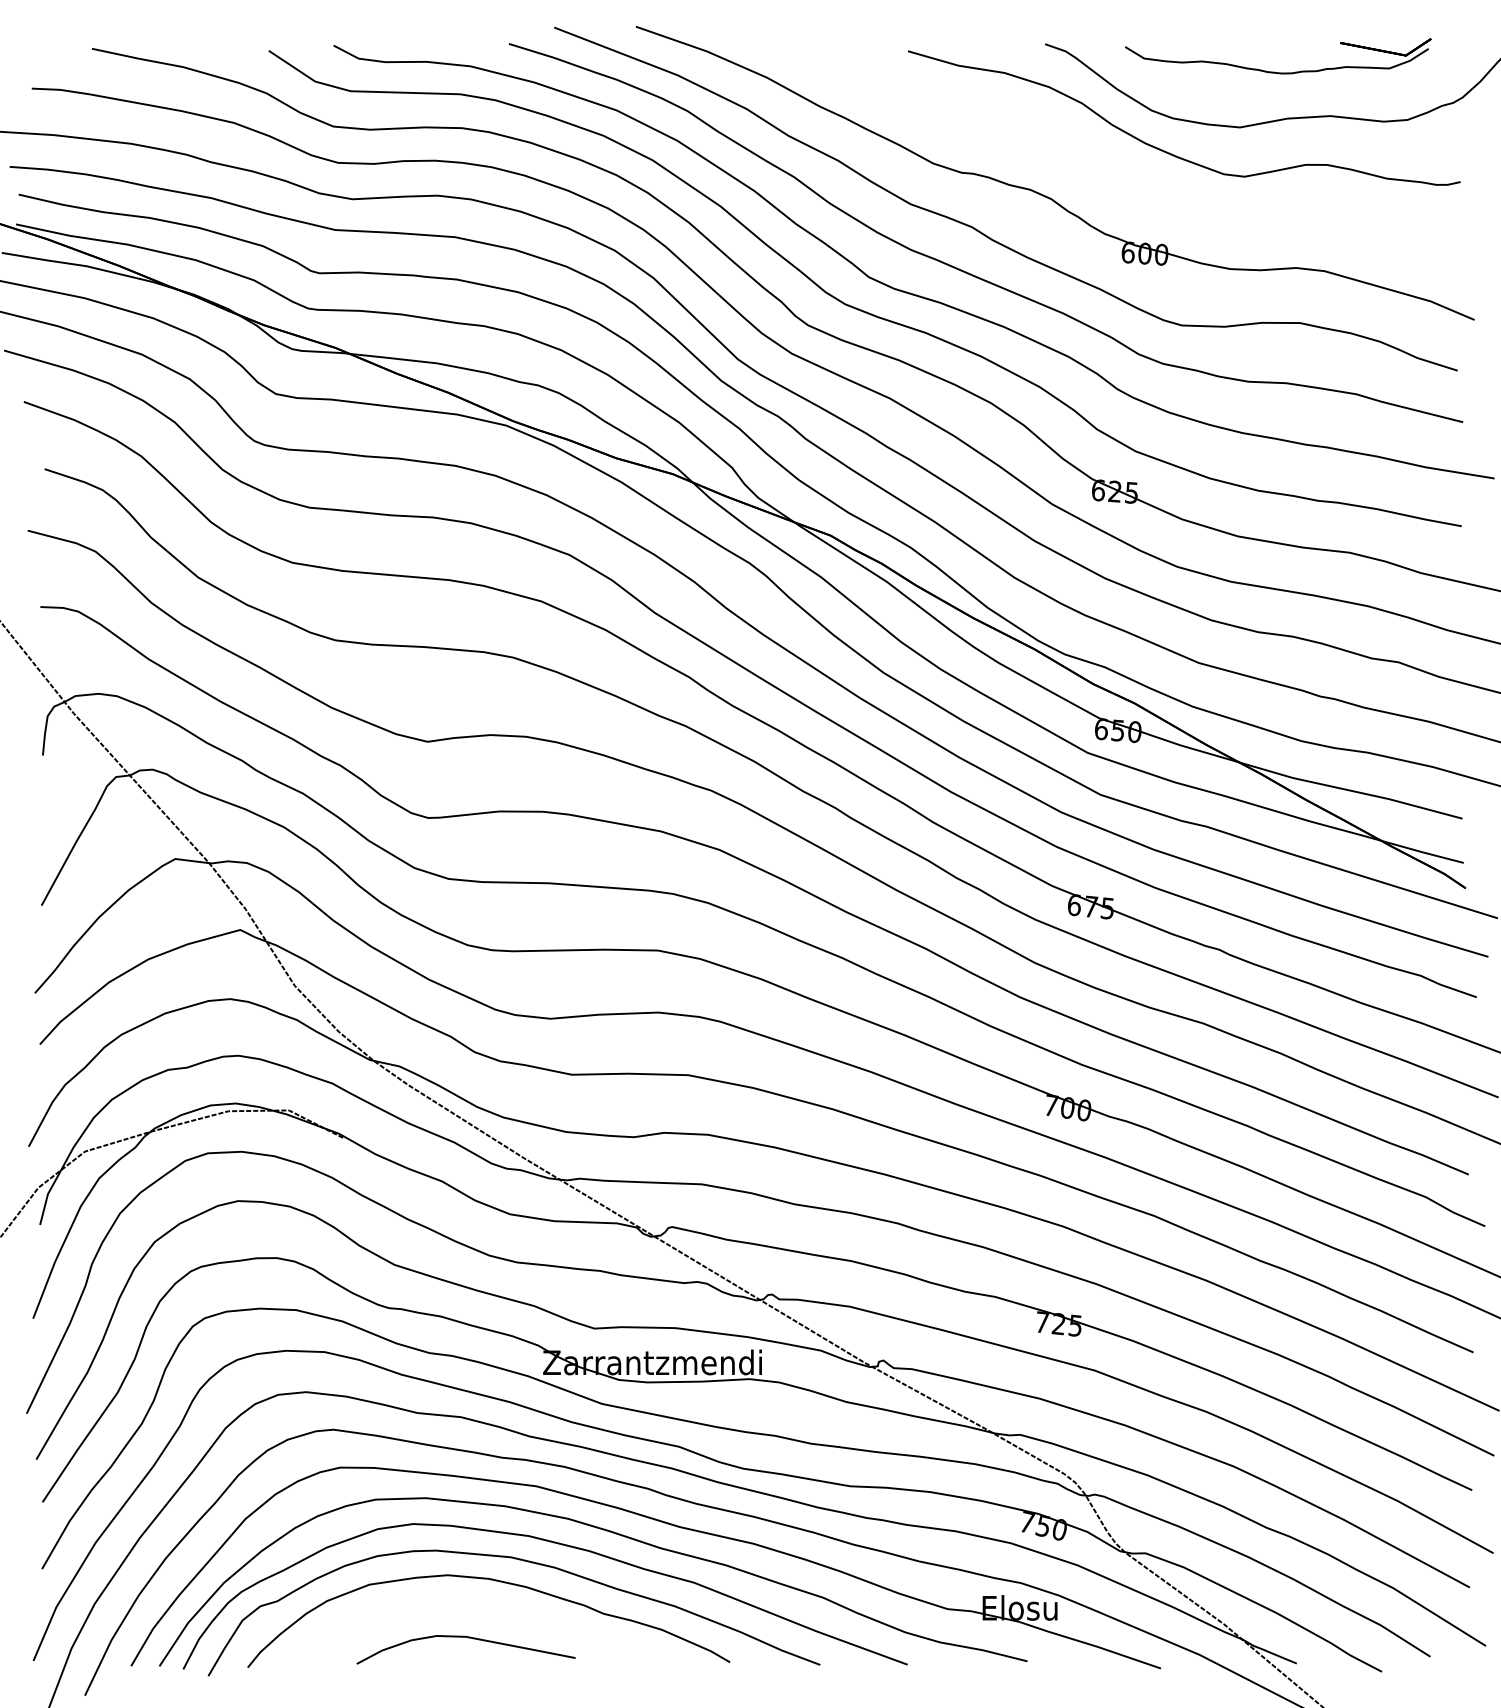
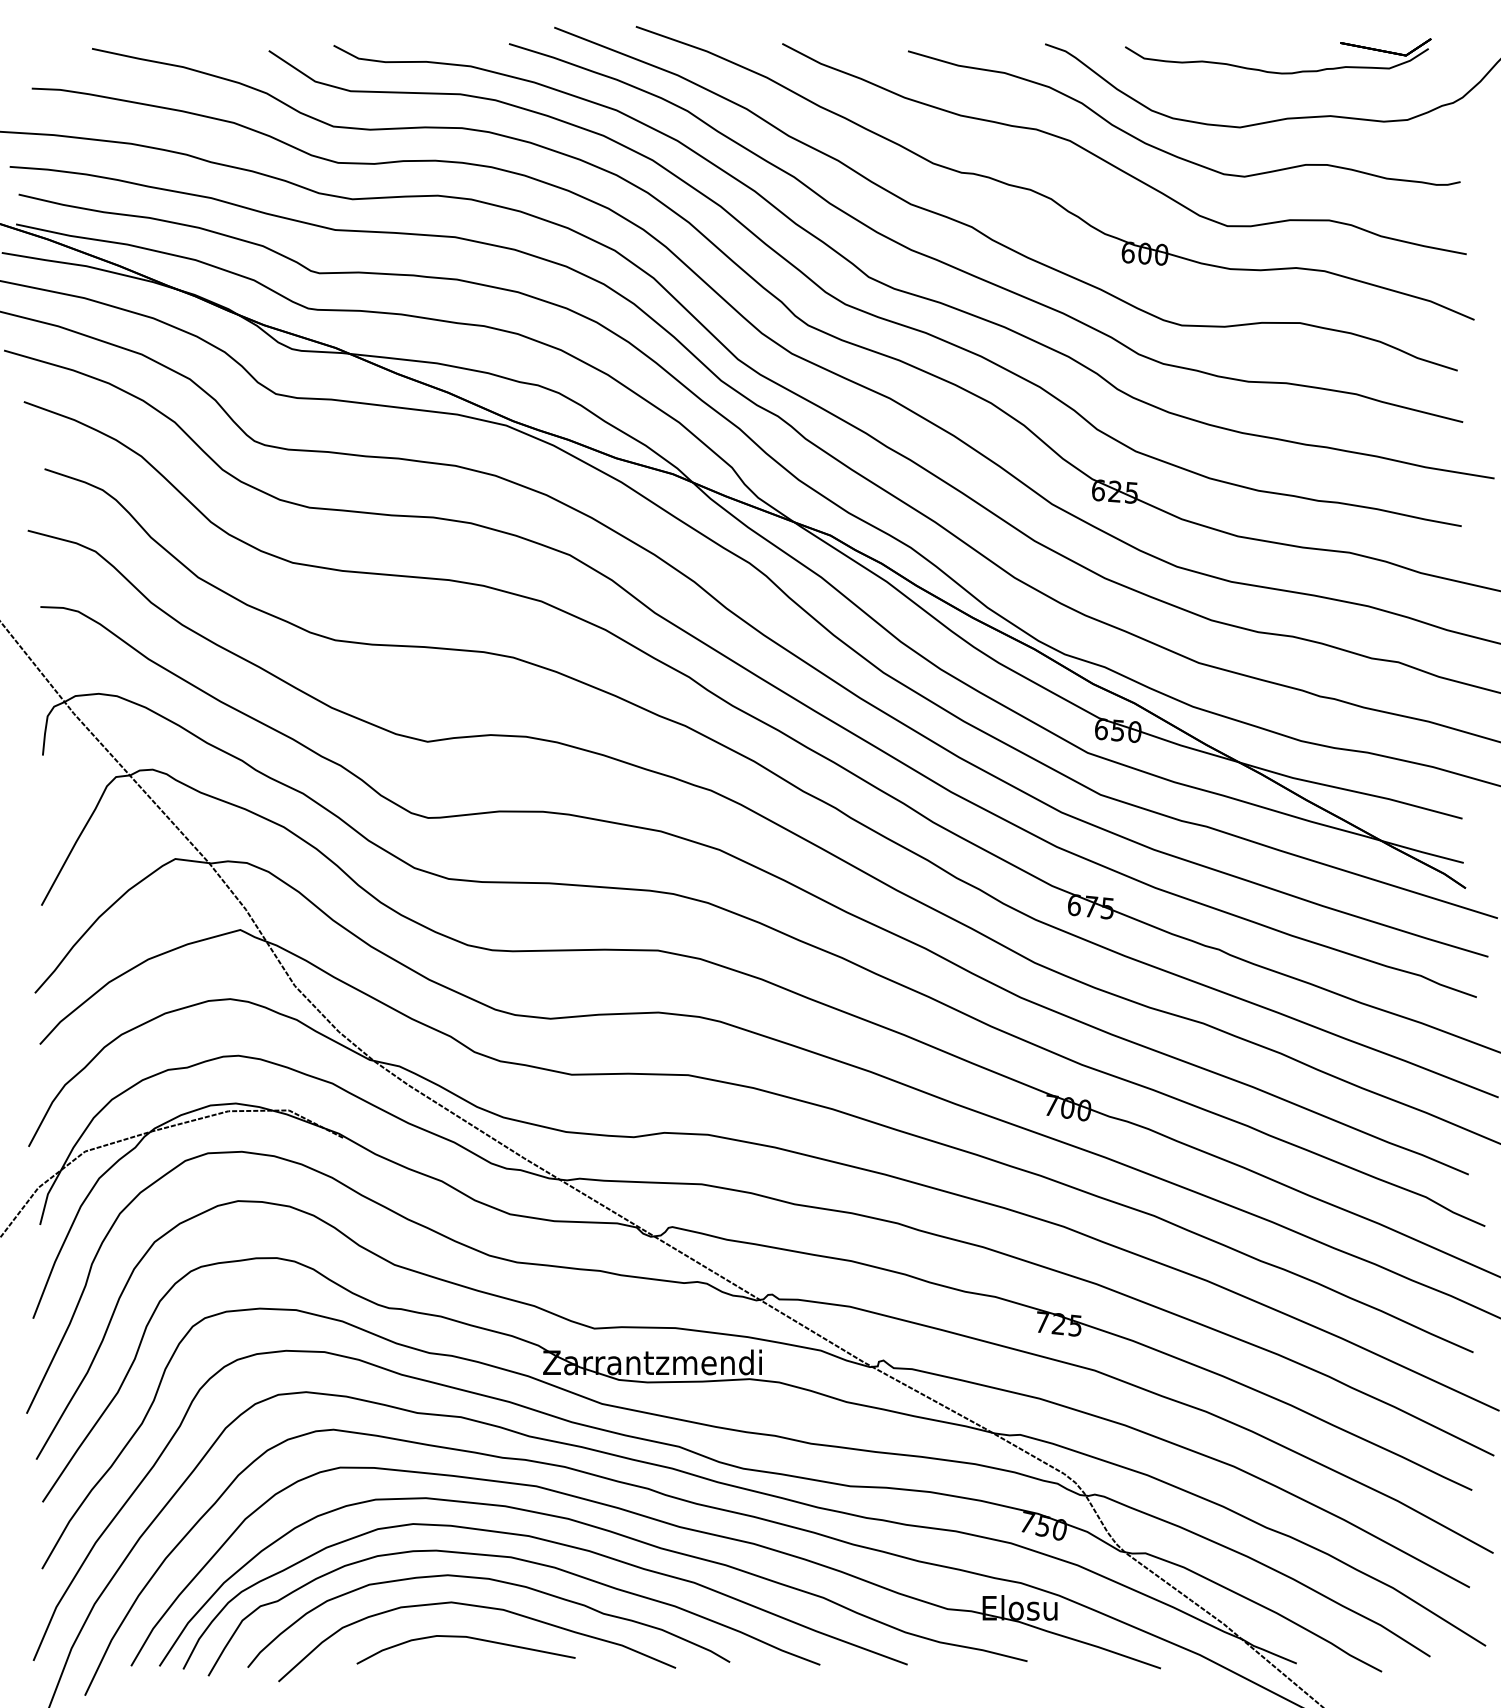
curve at (1115, 165): none -> present
curve at (485, 1608): none -> present
